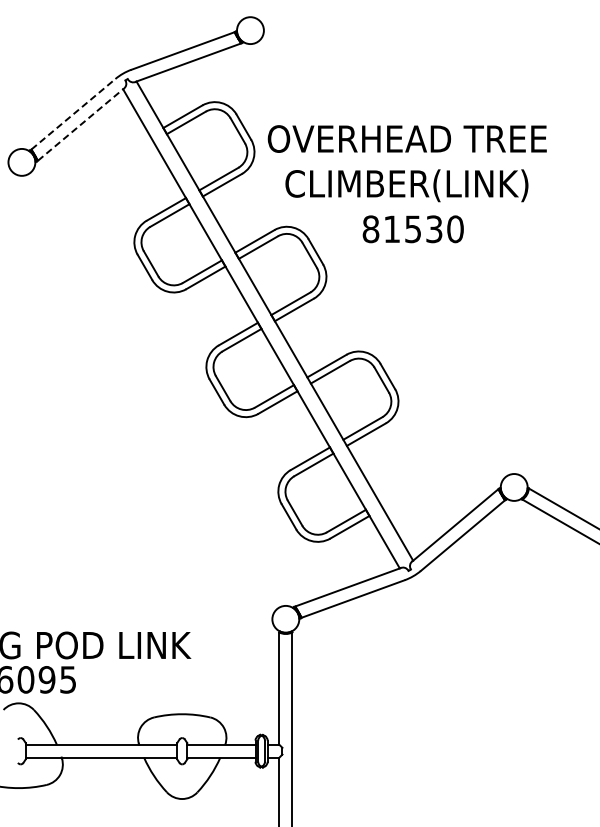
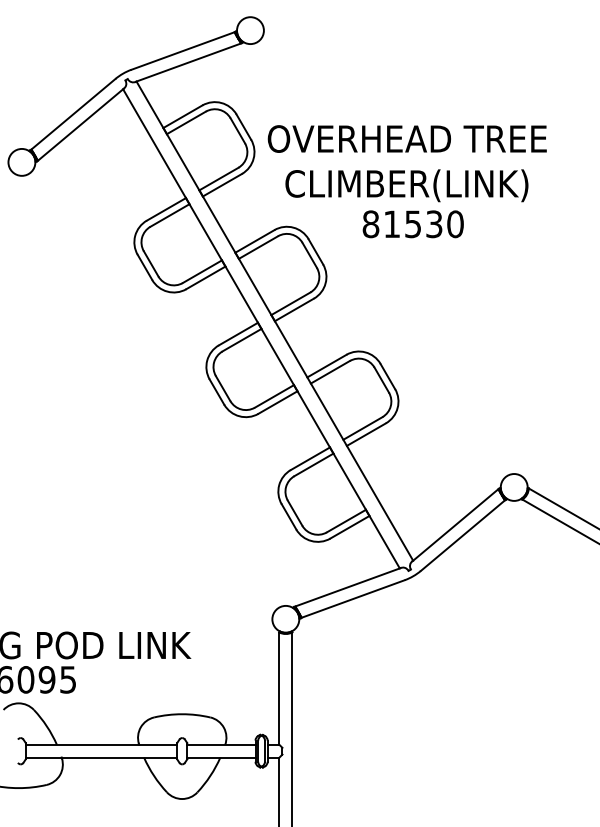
line at (73, 114): dashed -> solid
line at (80, 124): dashed -> solid
text at (412, 229) position: (412, 229) -> (412, 224)
